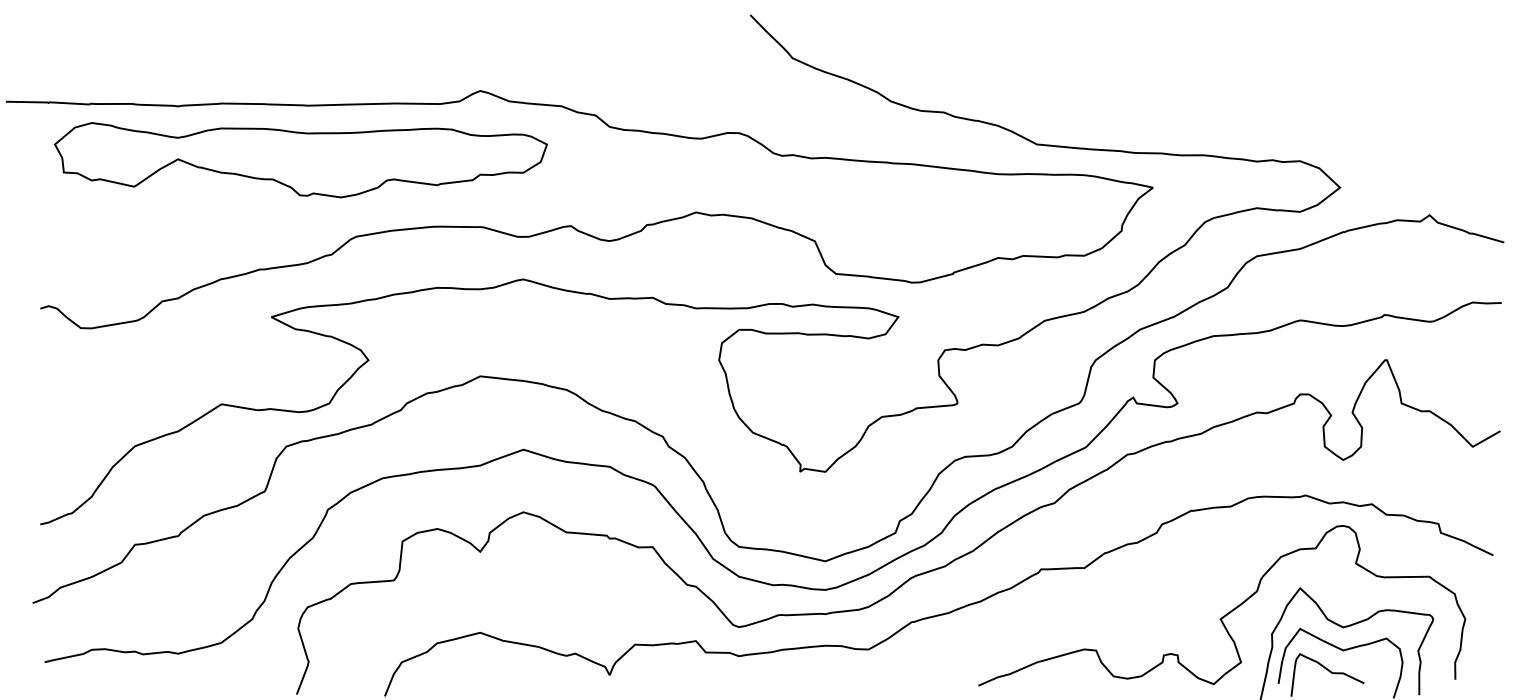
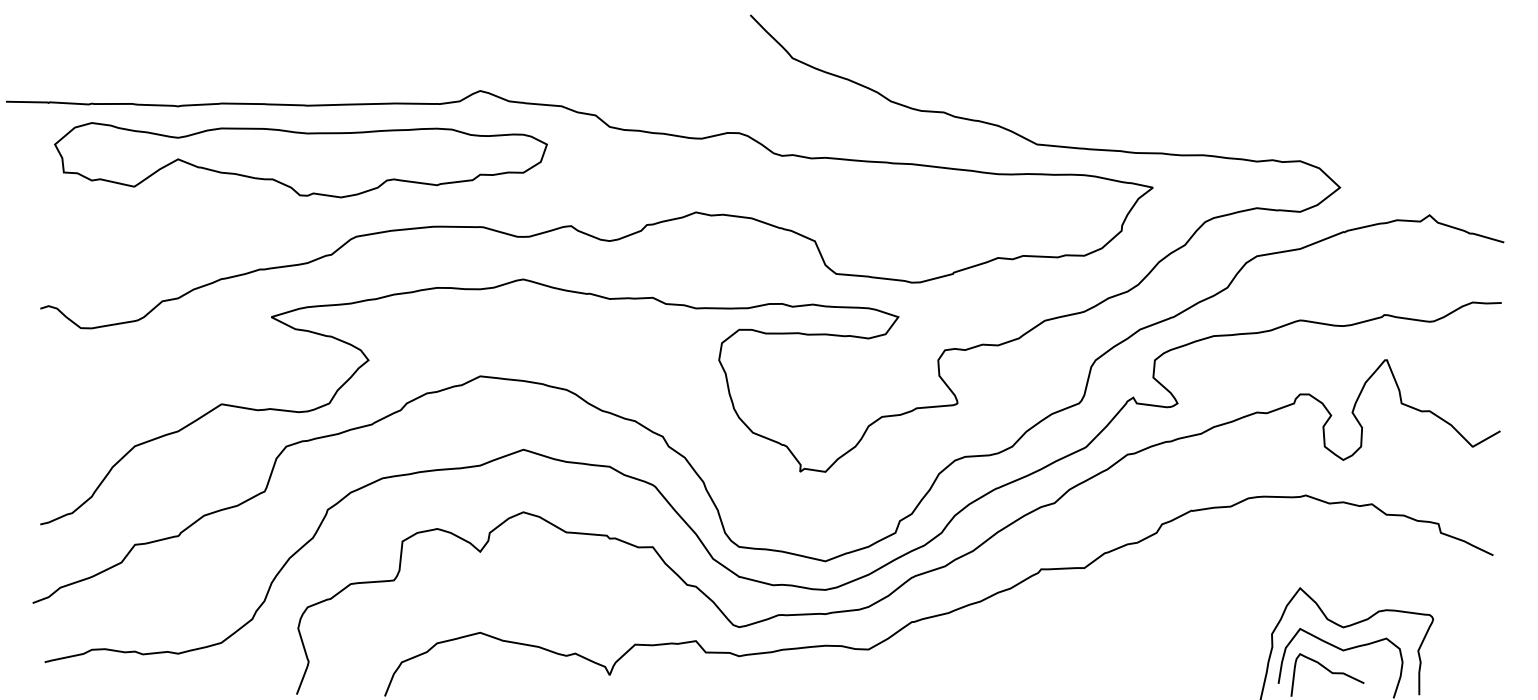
curve at (1226, 613): present -> none
